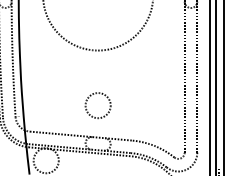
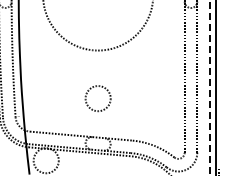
line at (209, 87): solid -> dashed
line at (223, 87): present -> none
circle at (97, 105) position: (97, 105) -> (97, 98)
